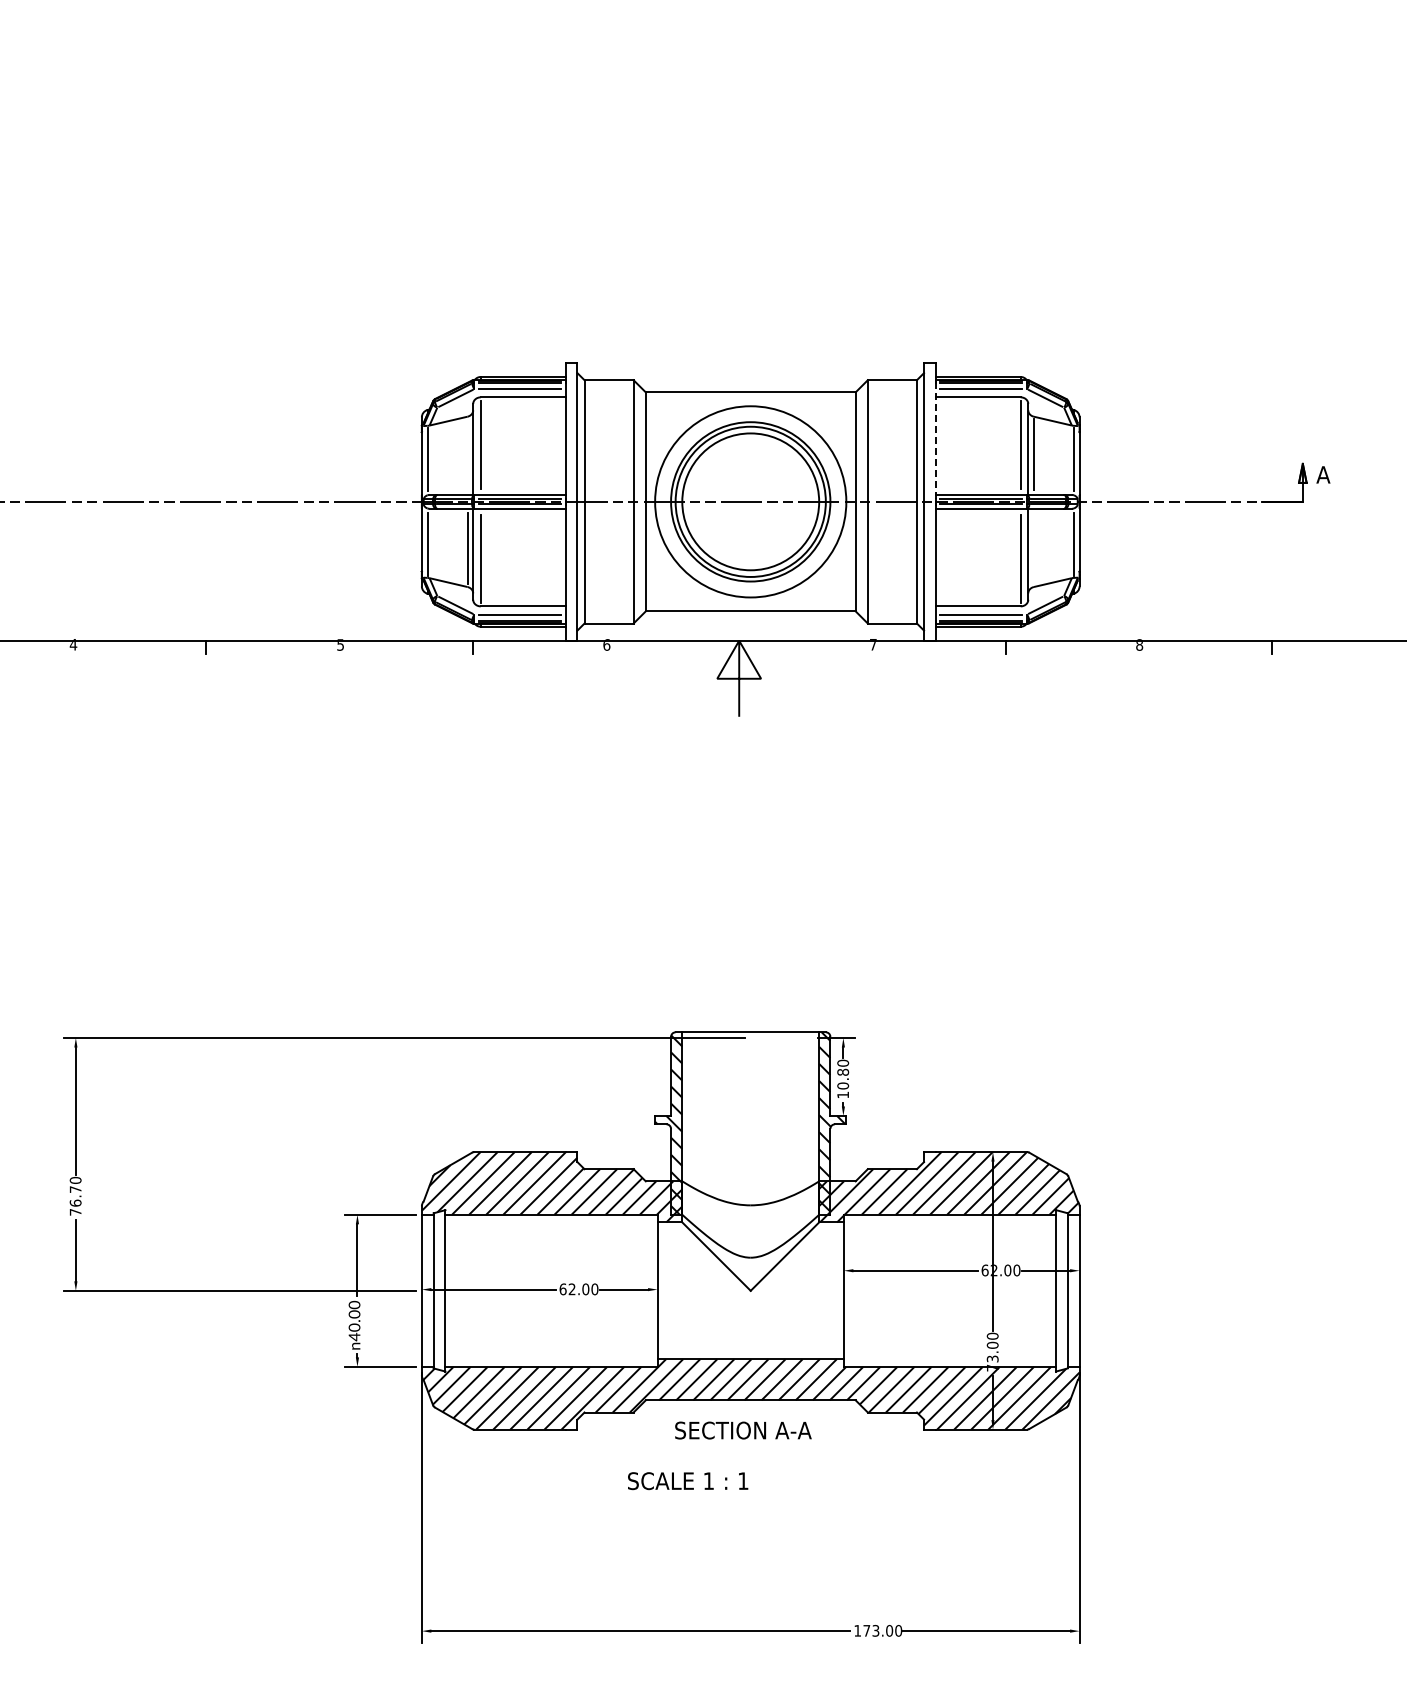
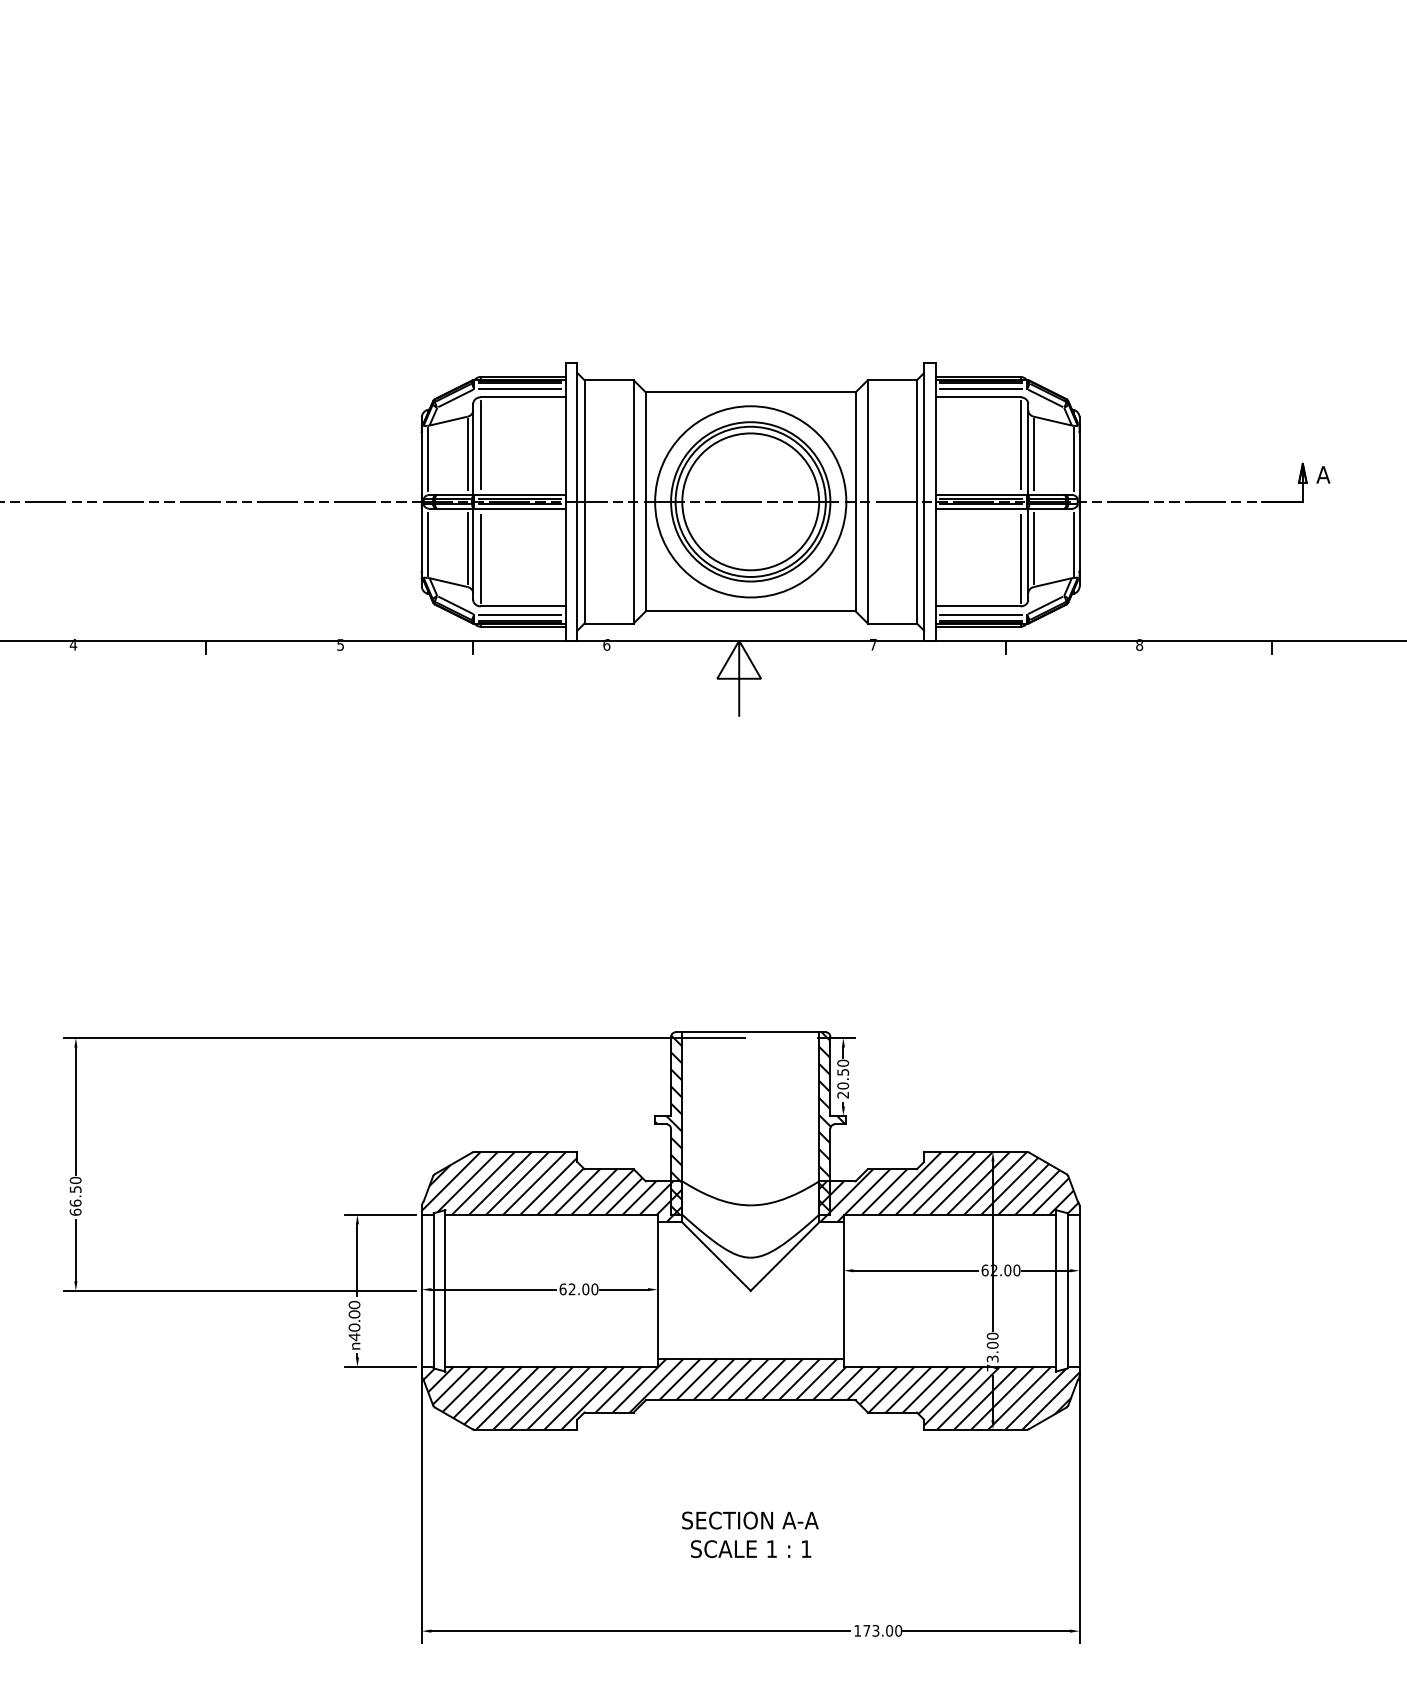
line at (935, 441): dashed -> solid
line at (467, 454): none -> present
line at (1033, 548): none -> present
text at (843, 1083): 10.80 -> 20.50
text at (75, 1200): 76.70 -> 66.50
text at (743, 1430) position: (743, 1430) -> (750, 1520)
text at (688, 1481) position: (688, 1481) -> (751, 1549)
